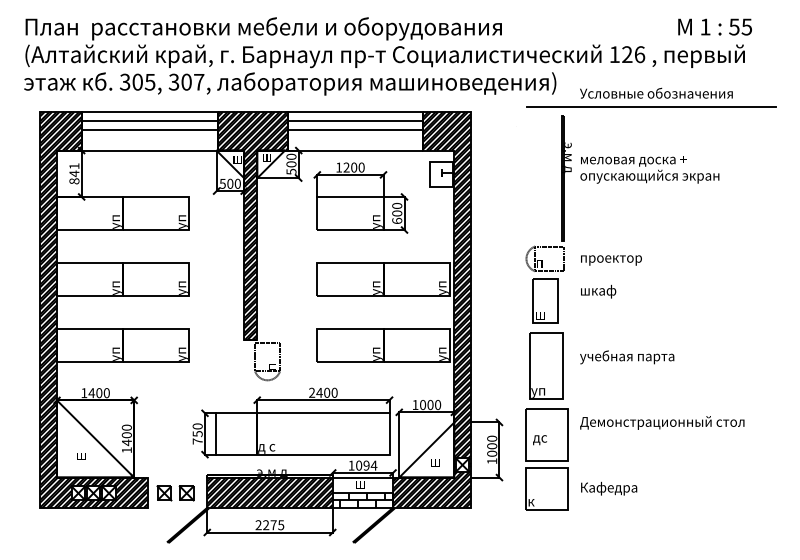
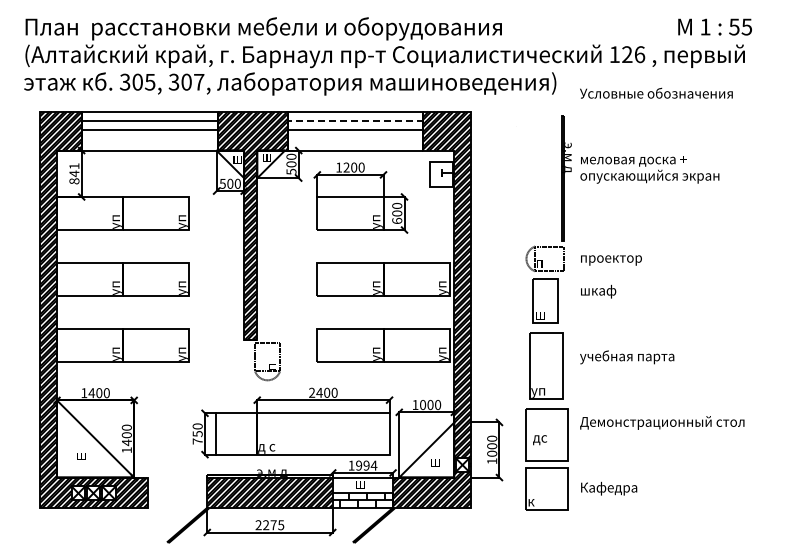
line at (651, 107): present -> none
line at (347, 120): solid -> dashed
text at (359, 465): 1094 -> 1994
part at (175, 493): present -> none
